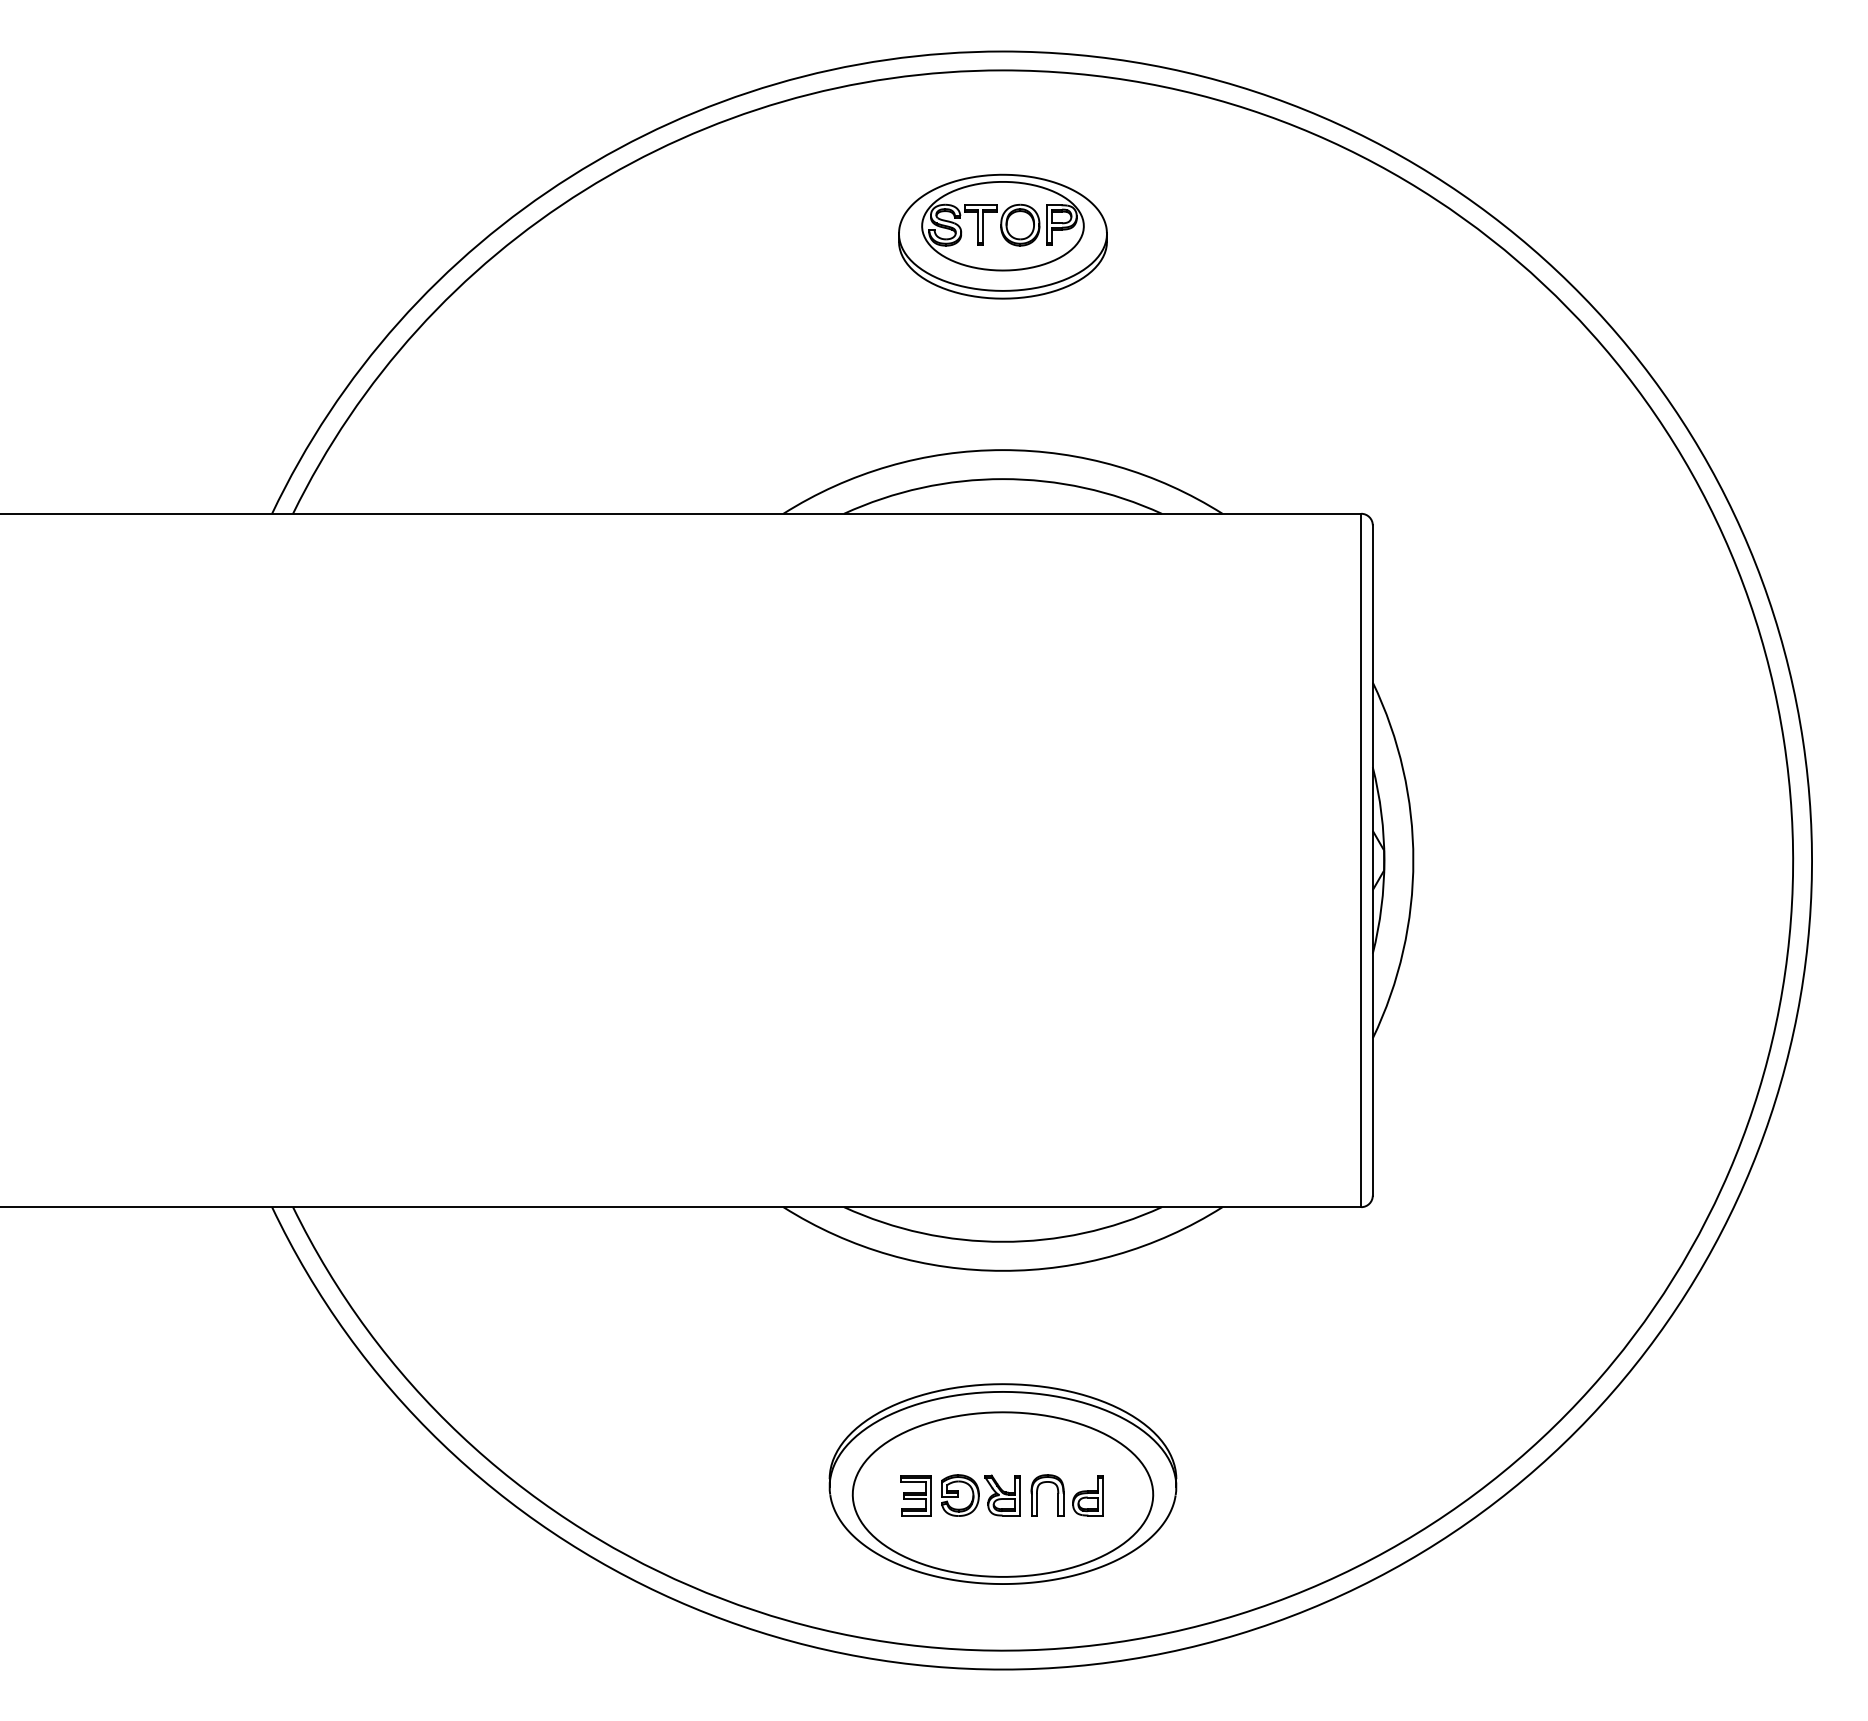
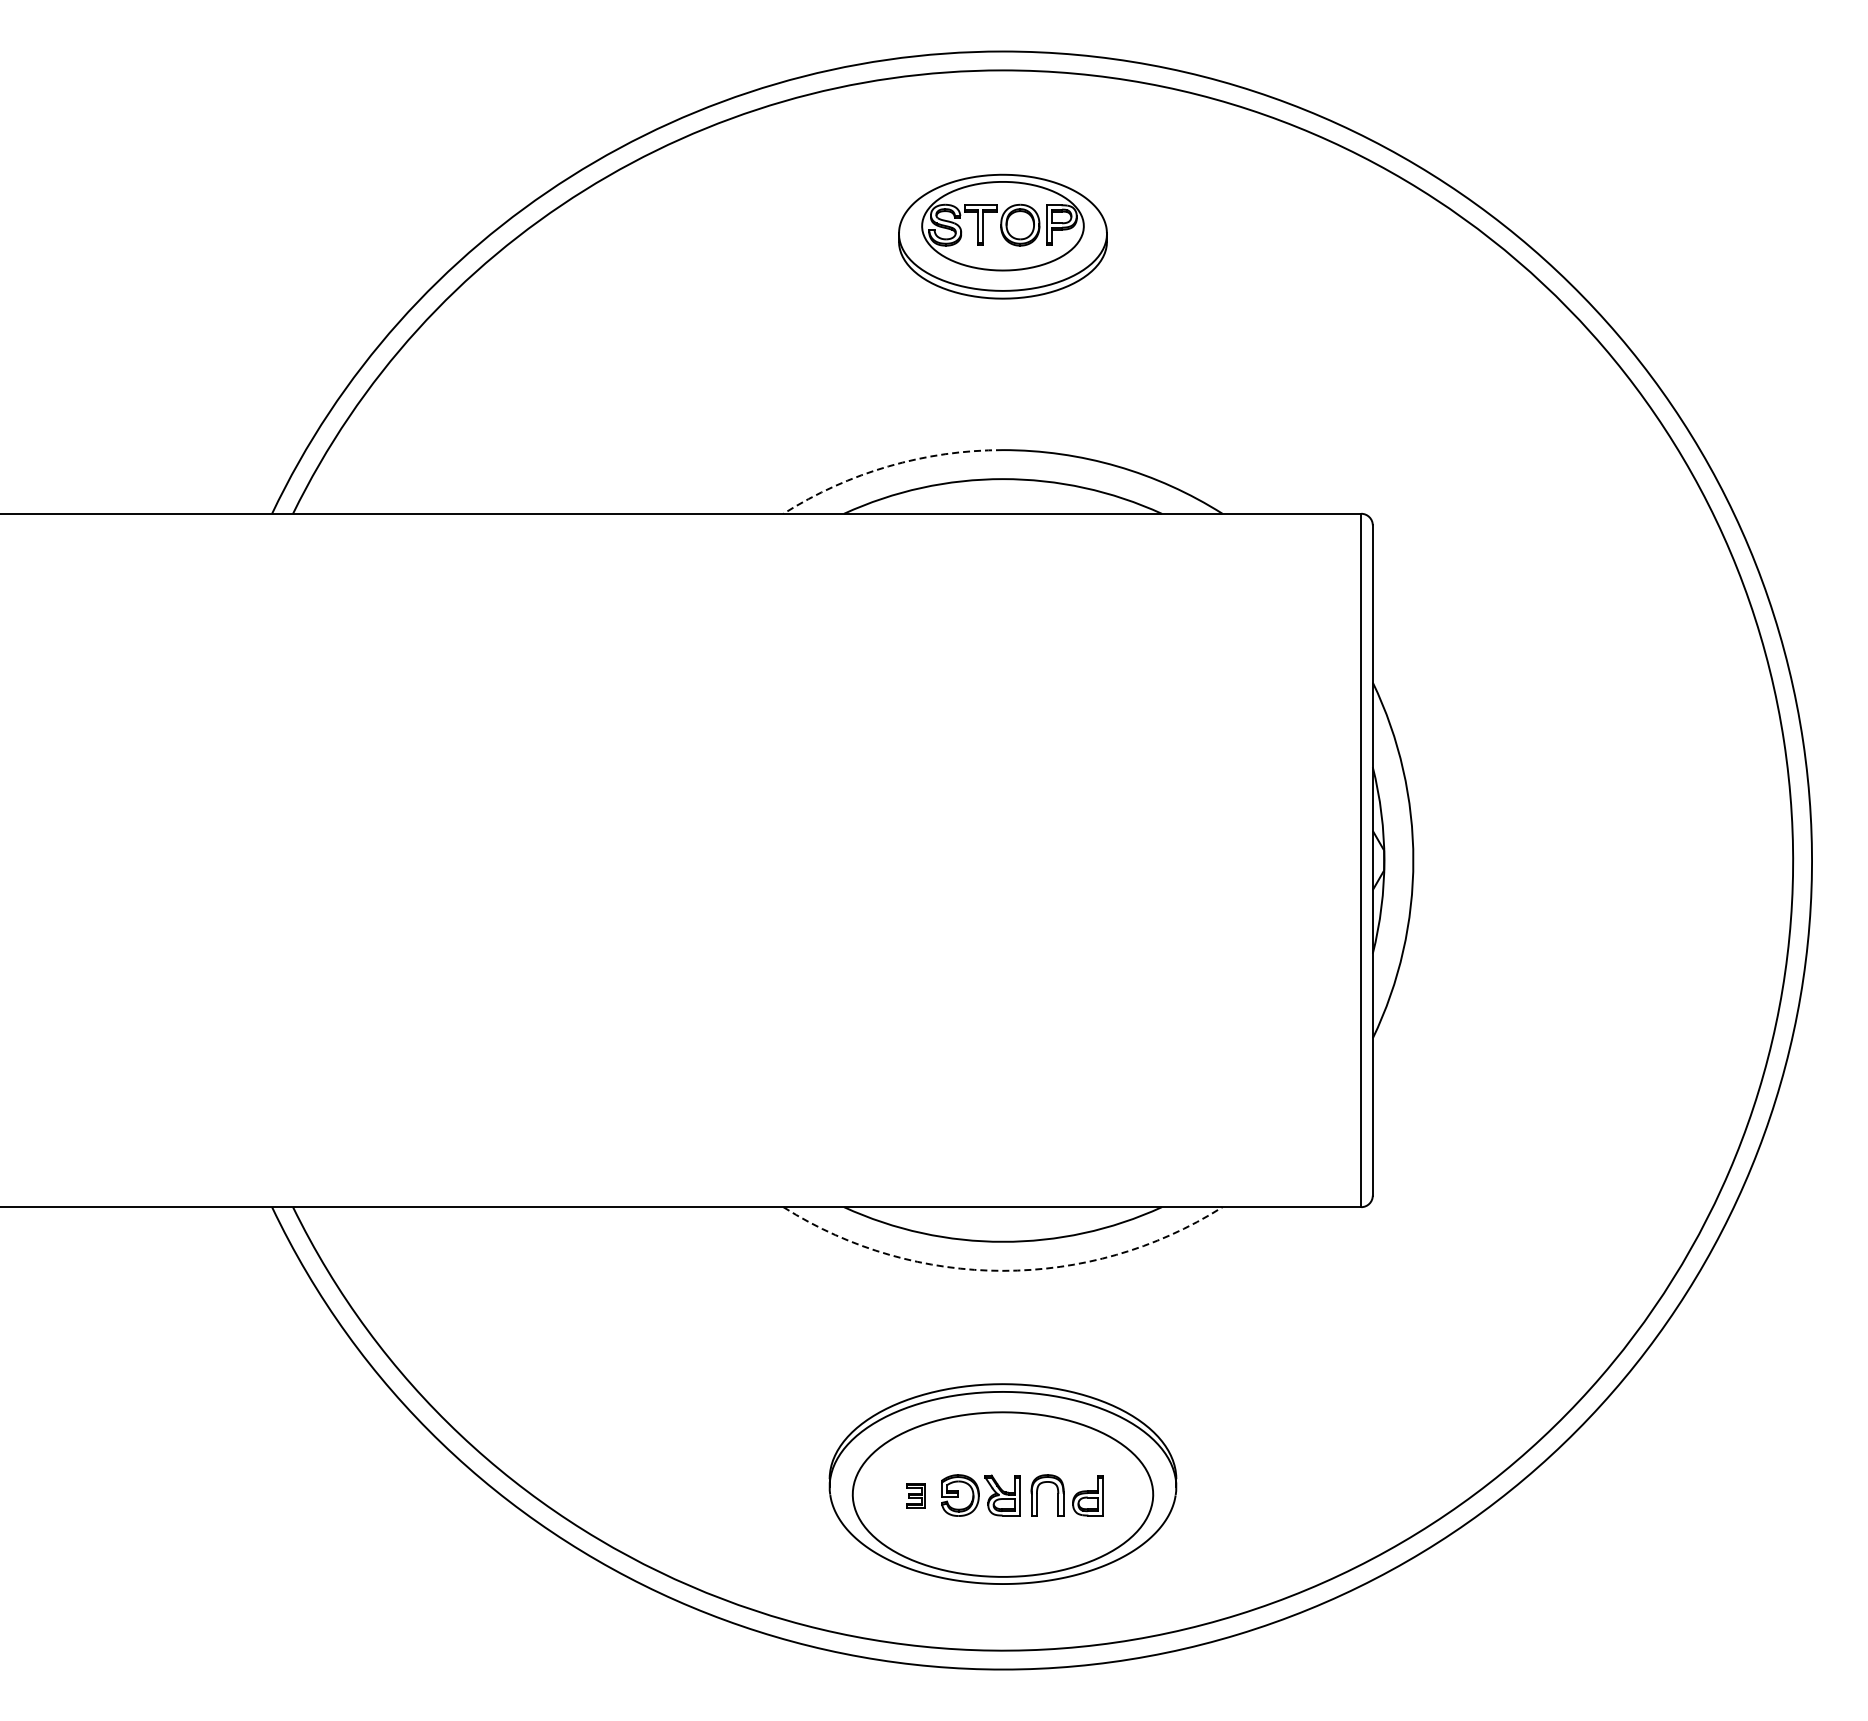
arc at (888, 466): solid -> dashed
arc at (1003, 1270): solid -> dashed
part at (915, 1495) size: 32x42 px -> 20x26 px
